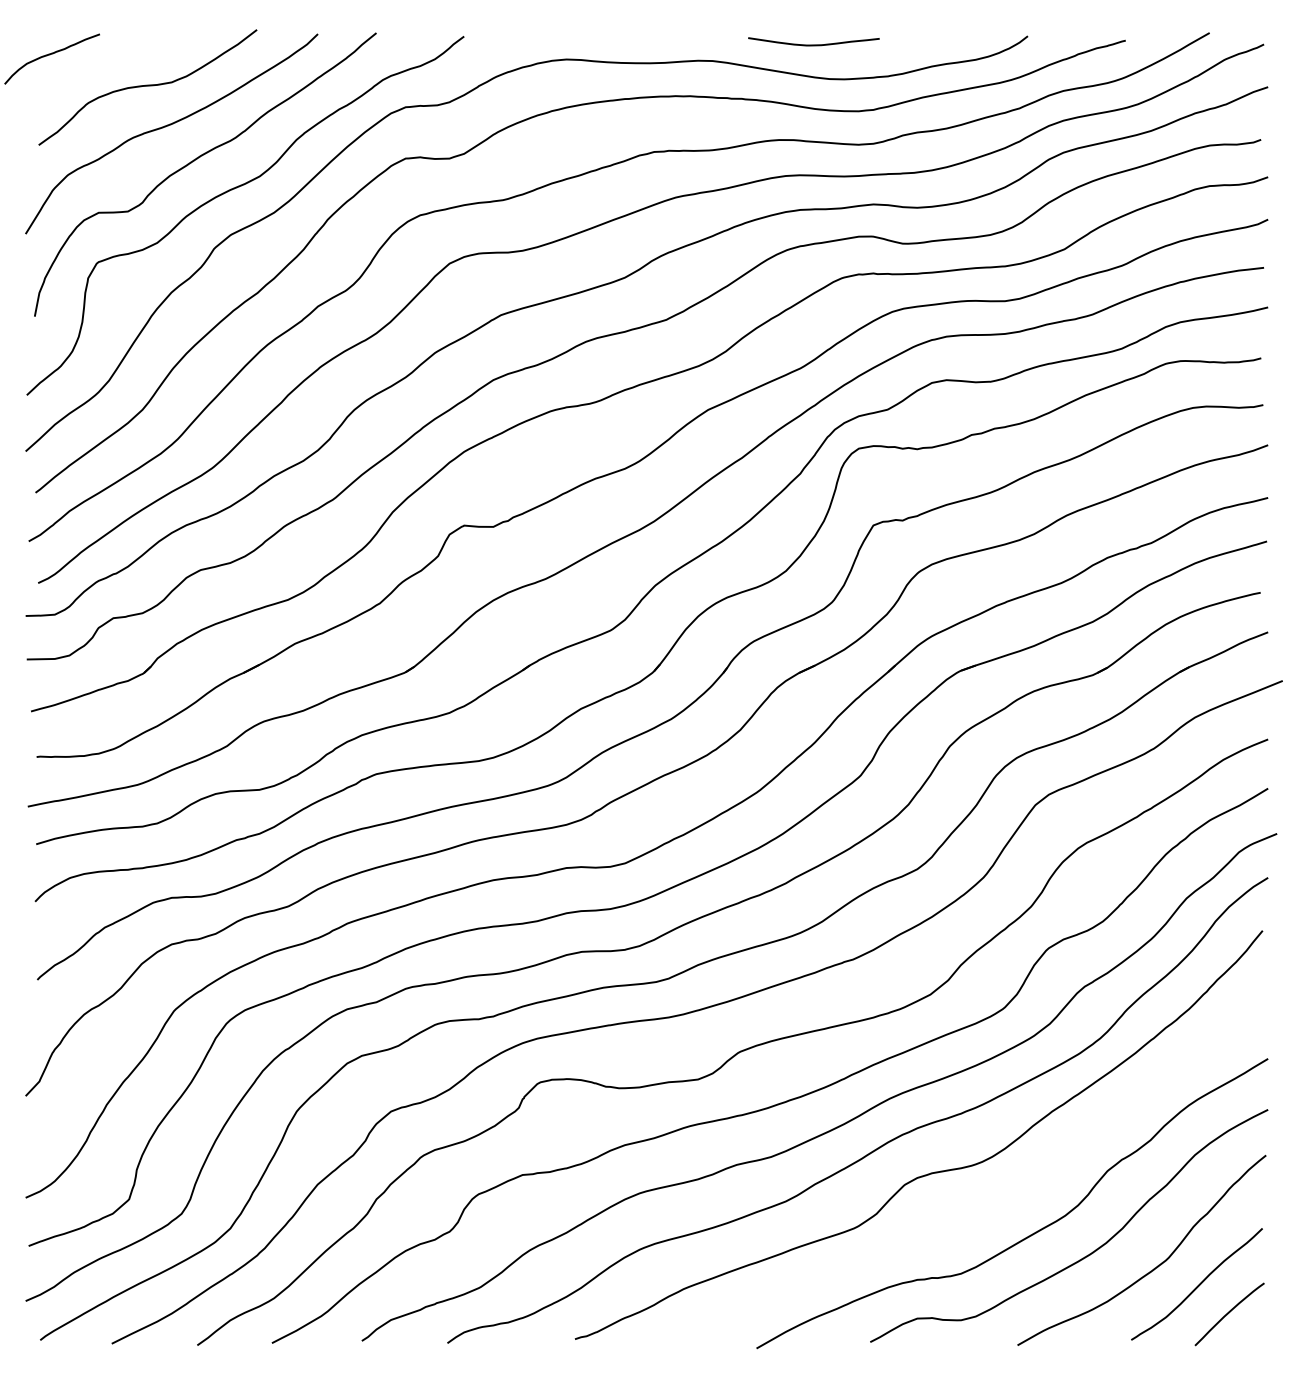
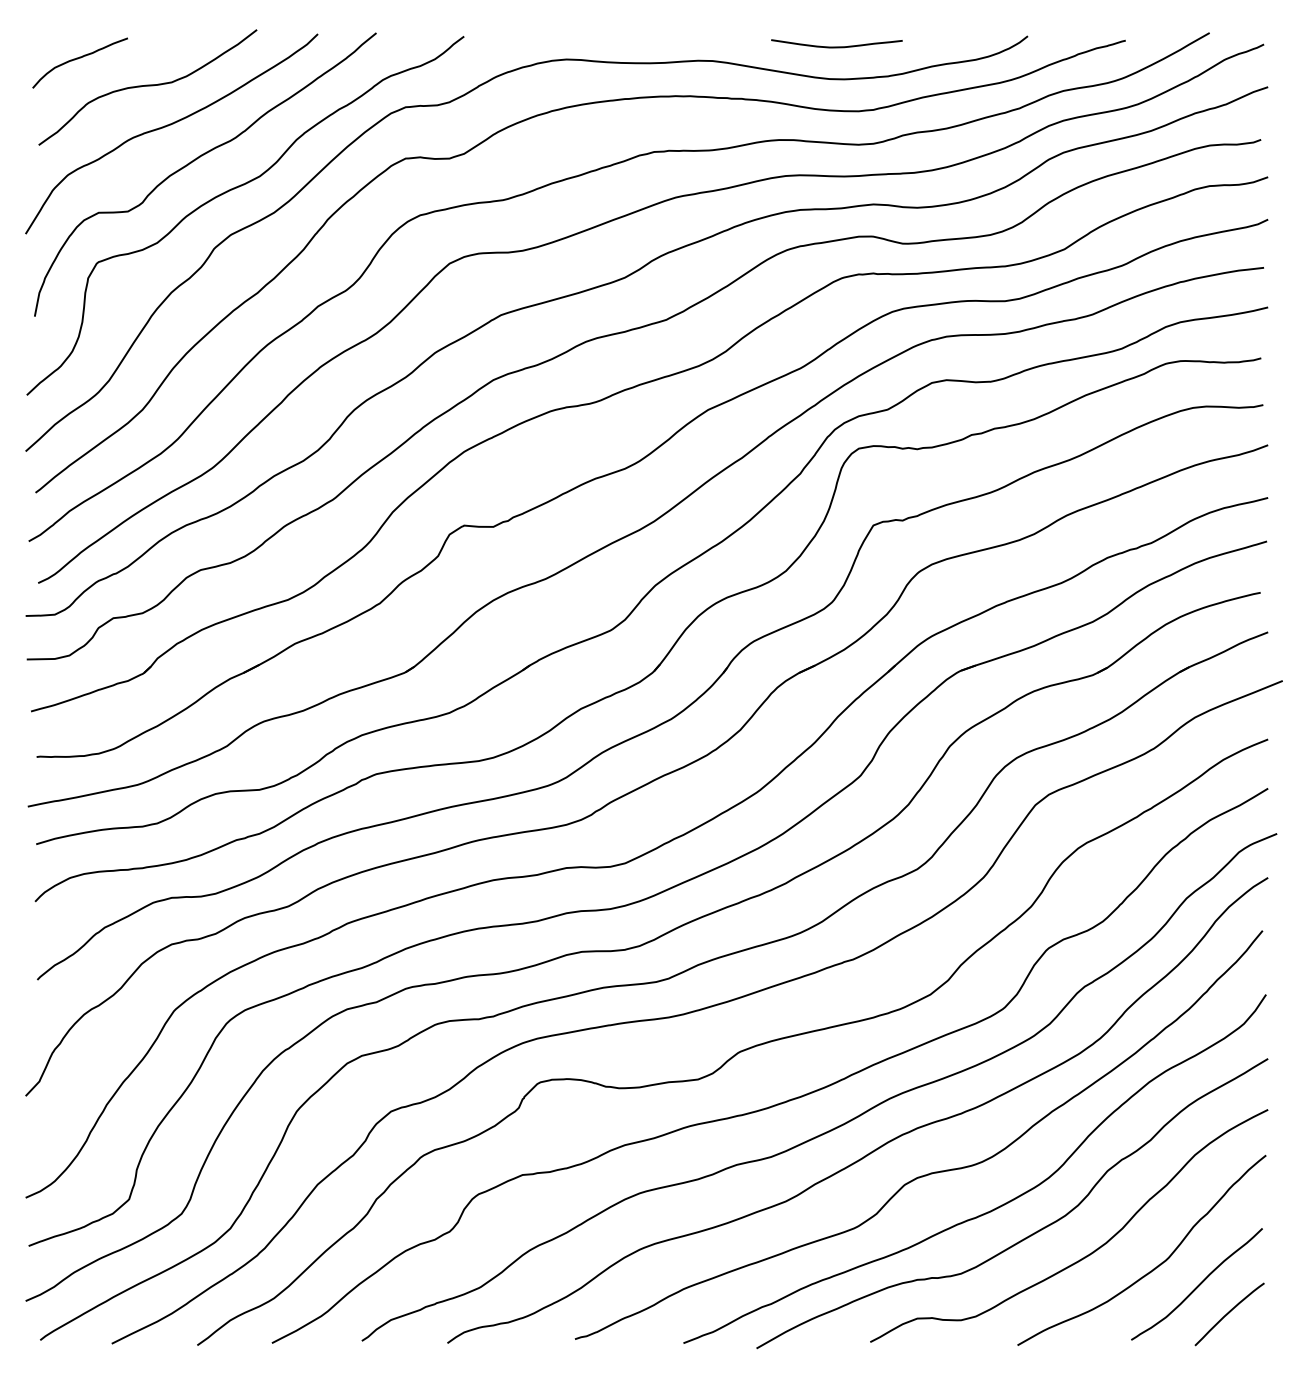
curve at (813, 44) position: (813, 44) -> (836, 46)
curve at (50, 55) position: (50, 55) -> (78, 59)
curve at (999, 1205): none -> present
